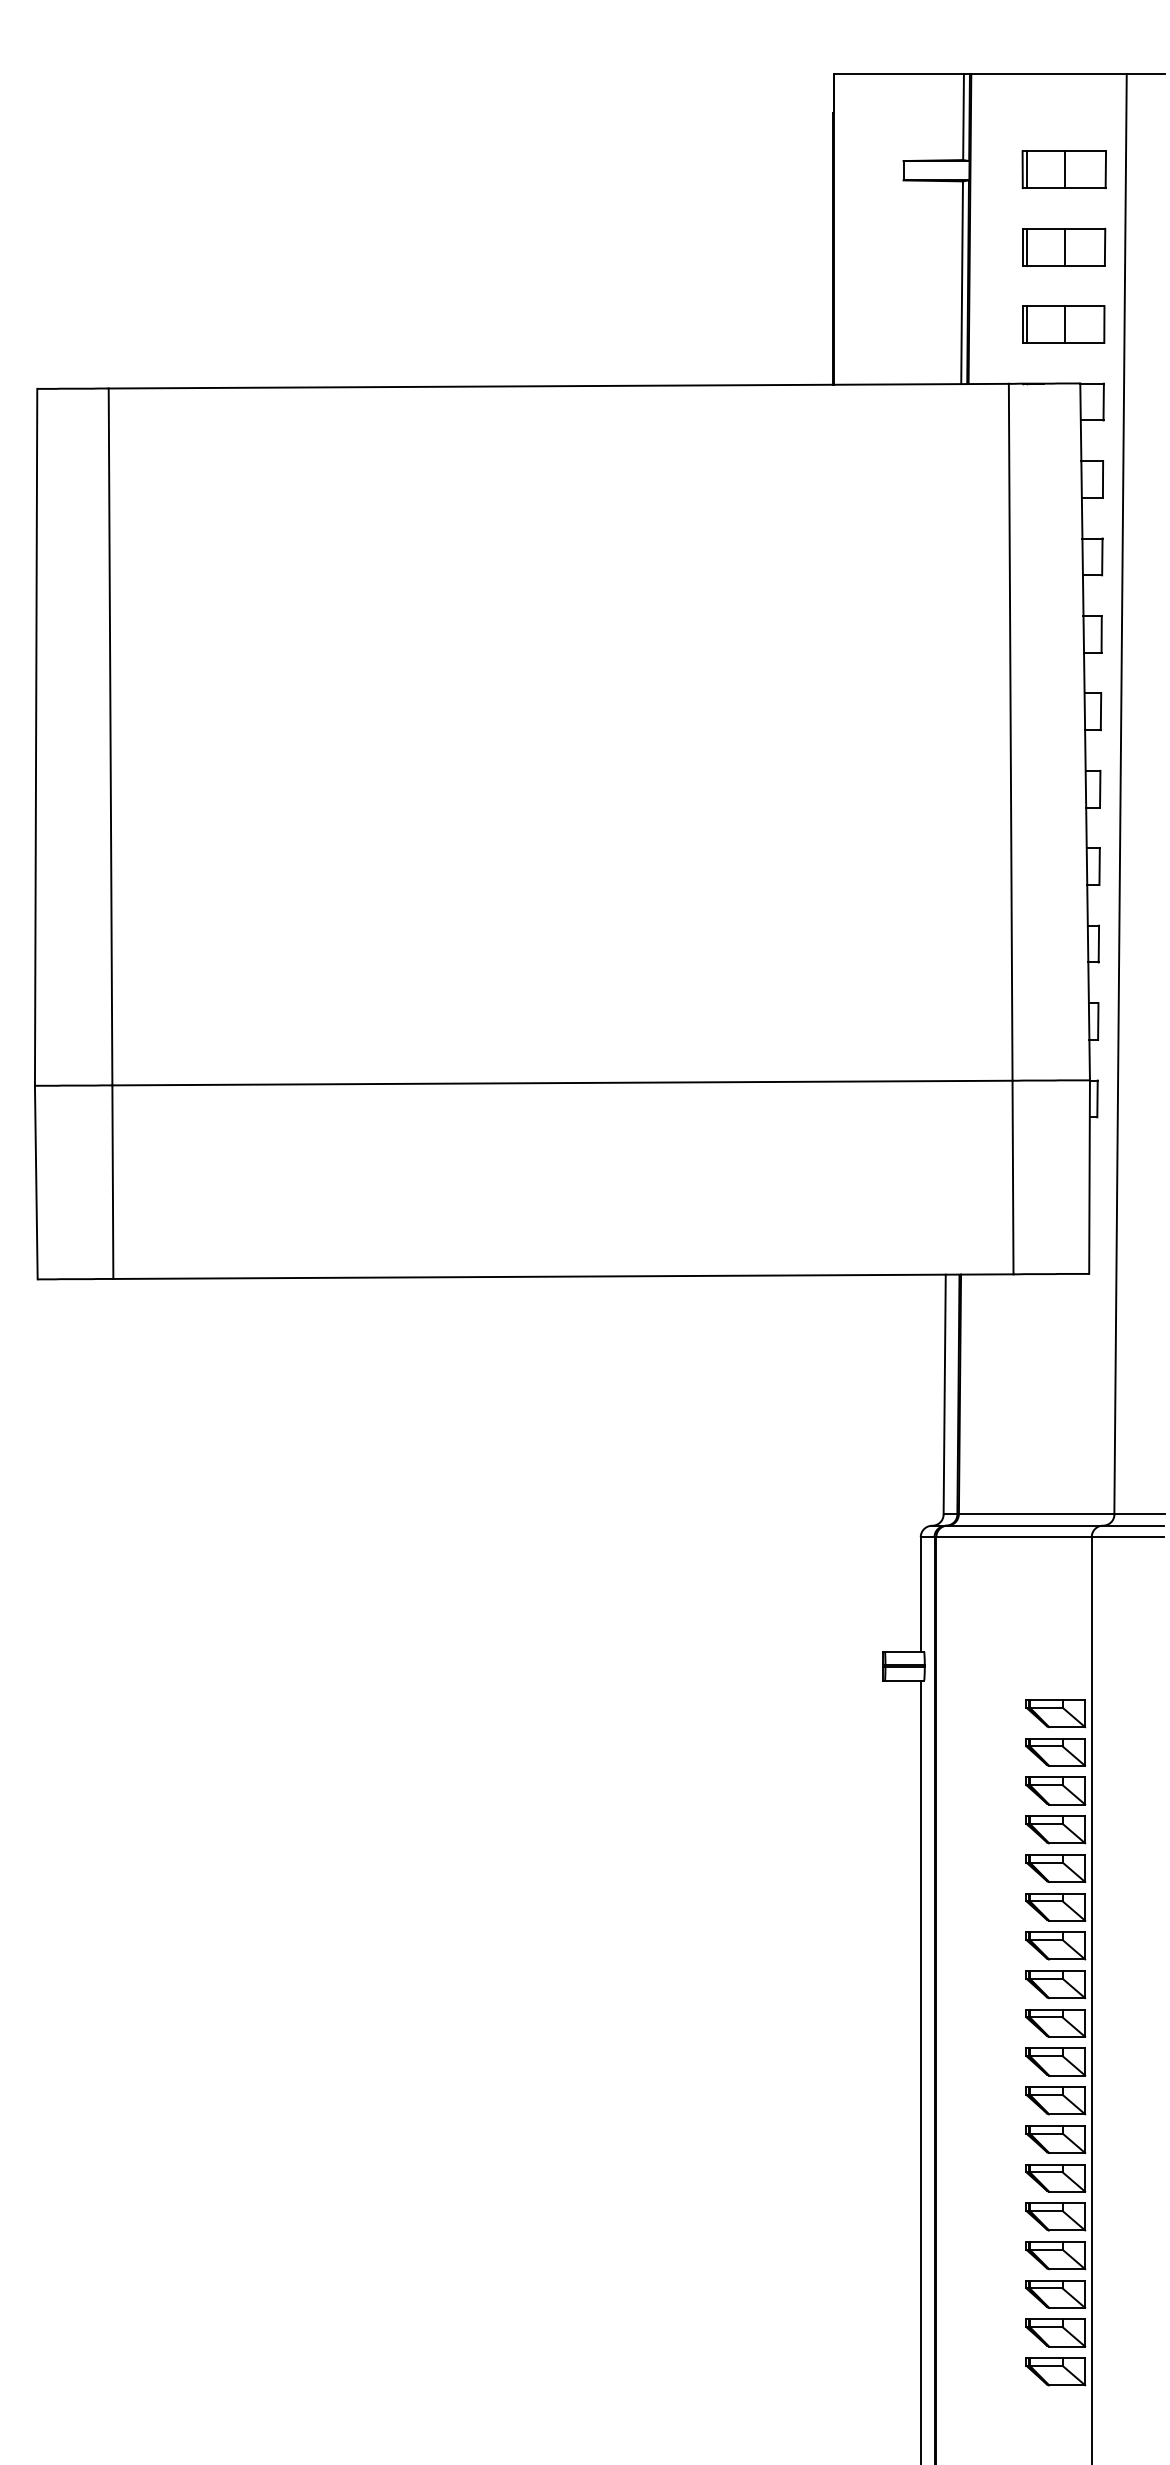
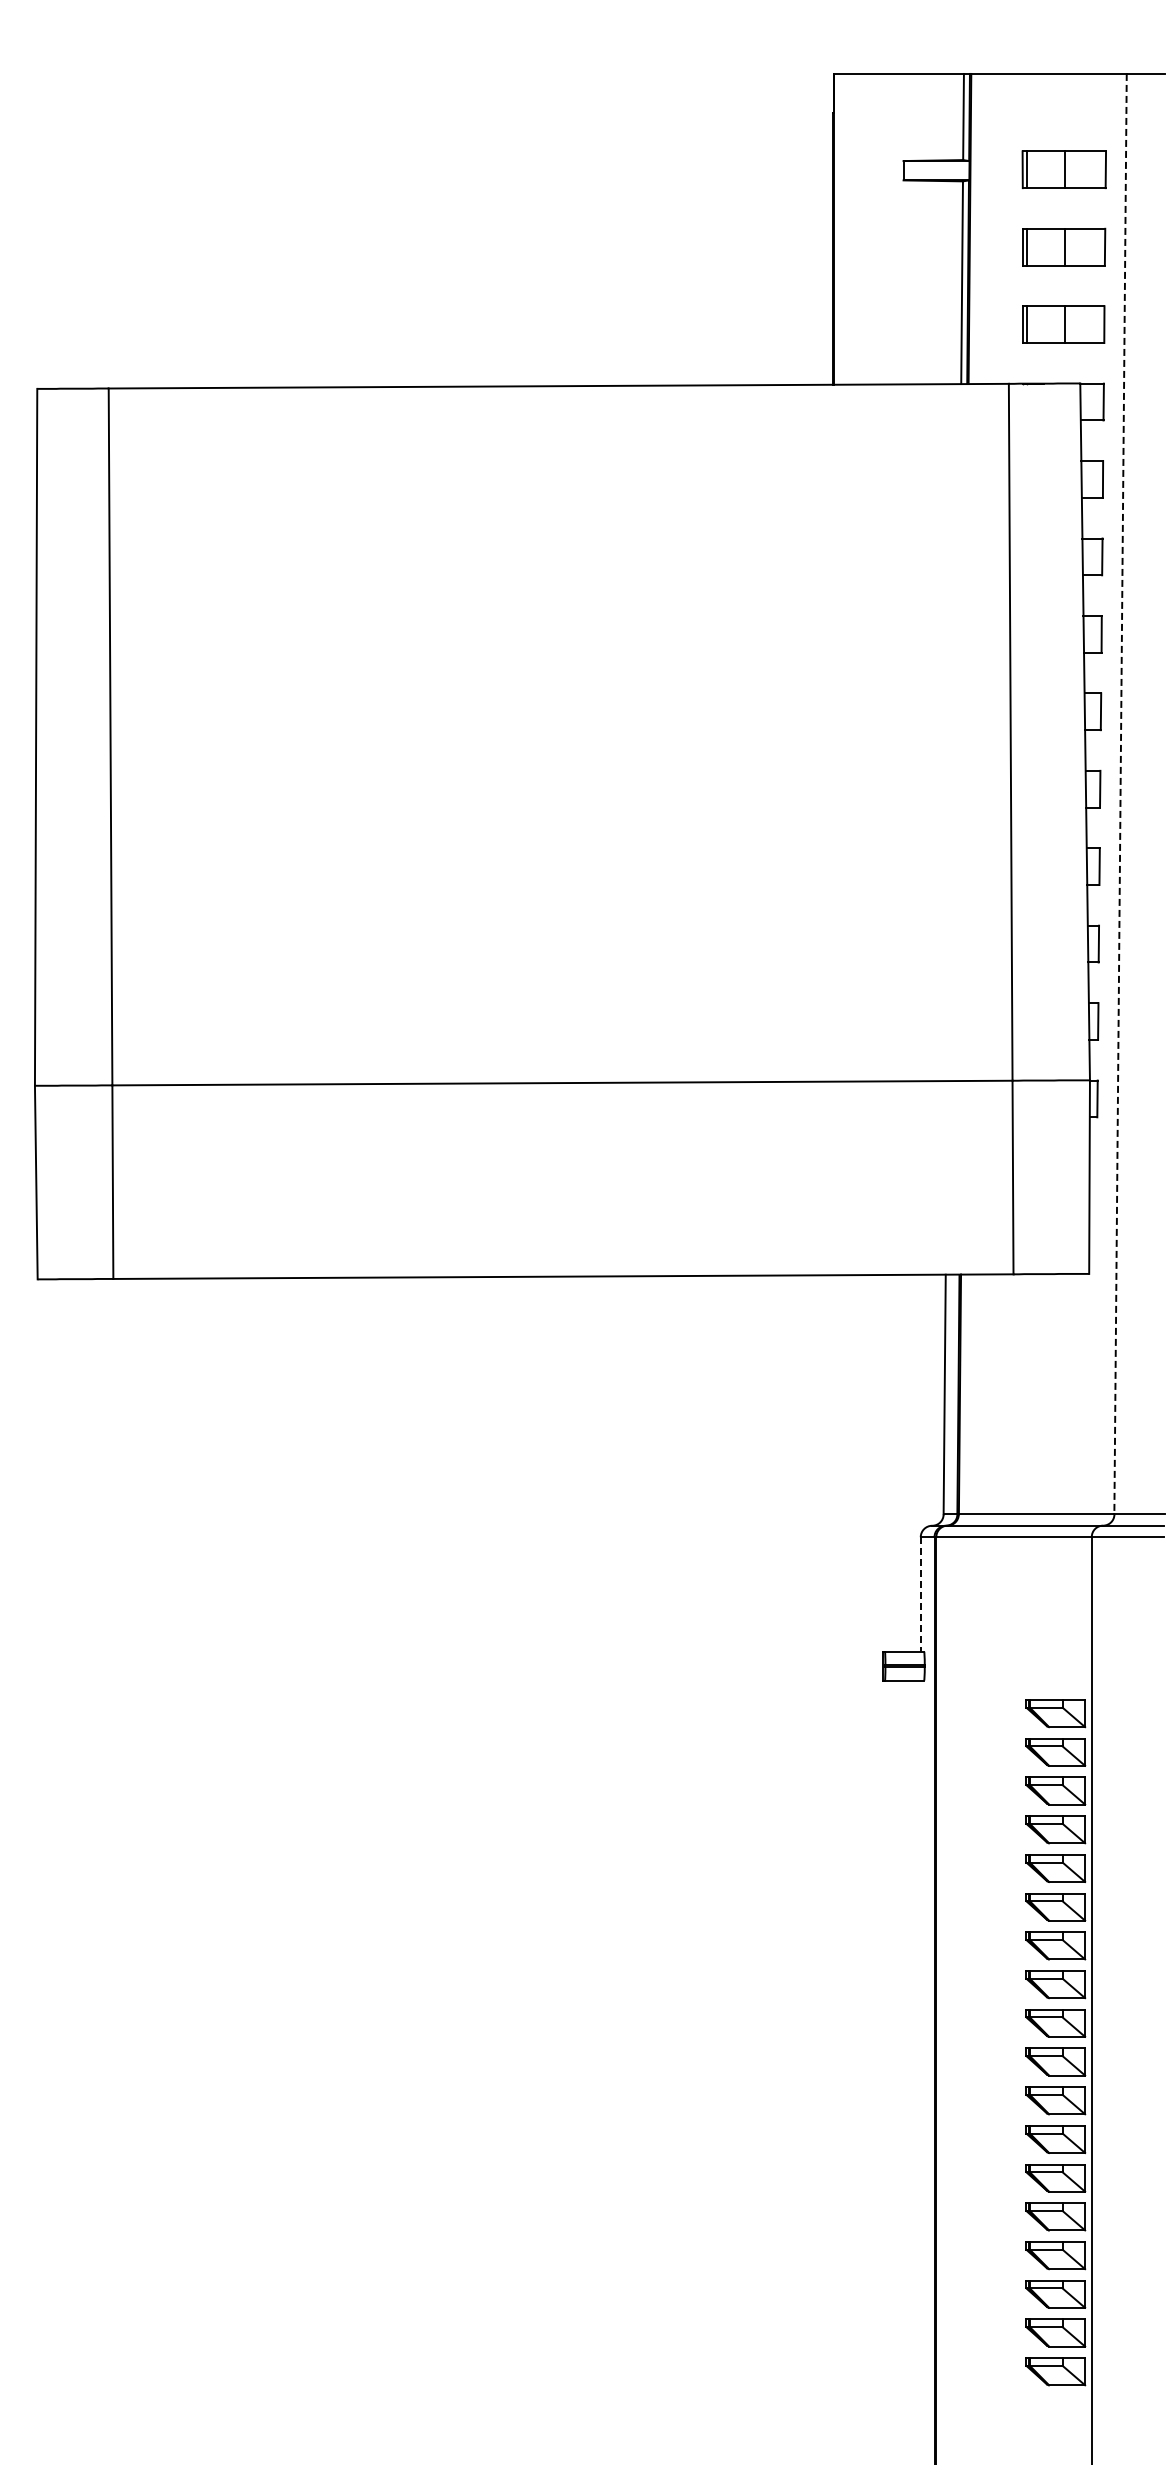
line at (1120, 794): solid -> dashed
line at (920, 1594): solid -> dashed
line at (920, 2070): present -> none
